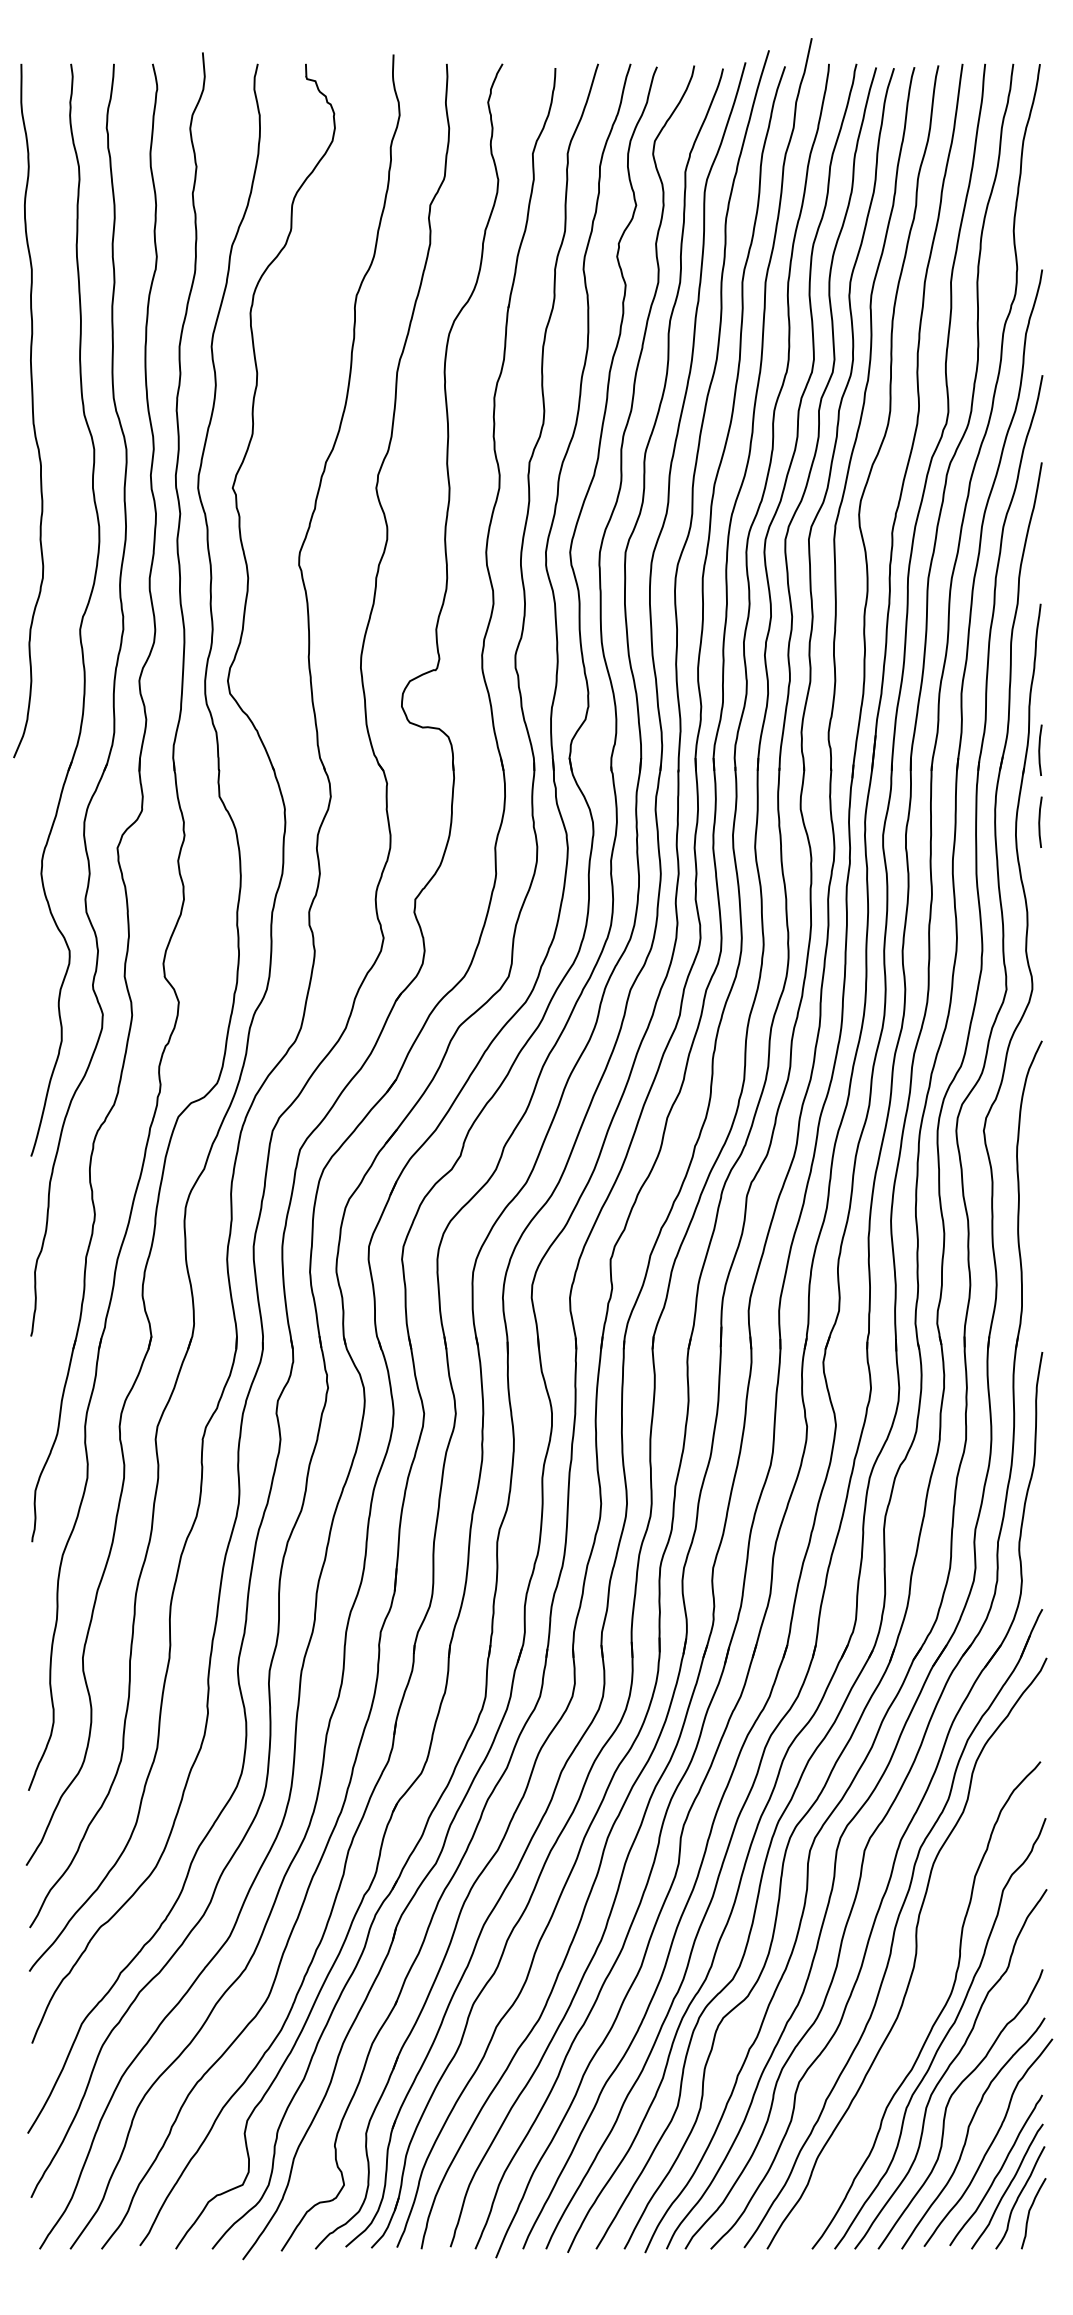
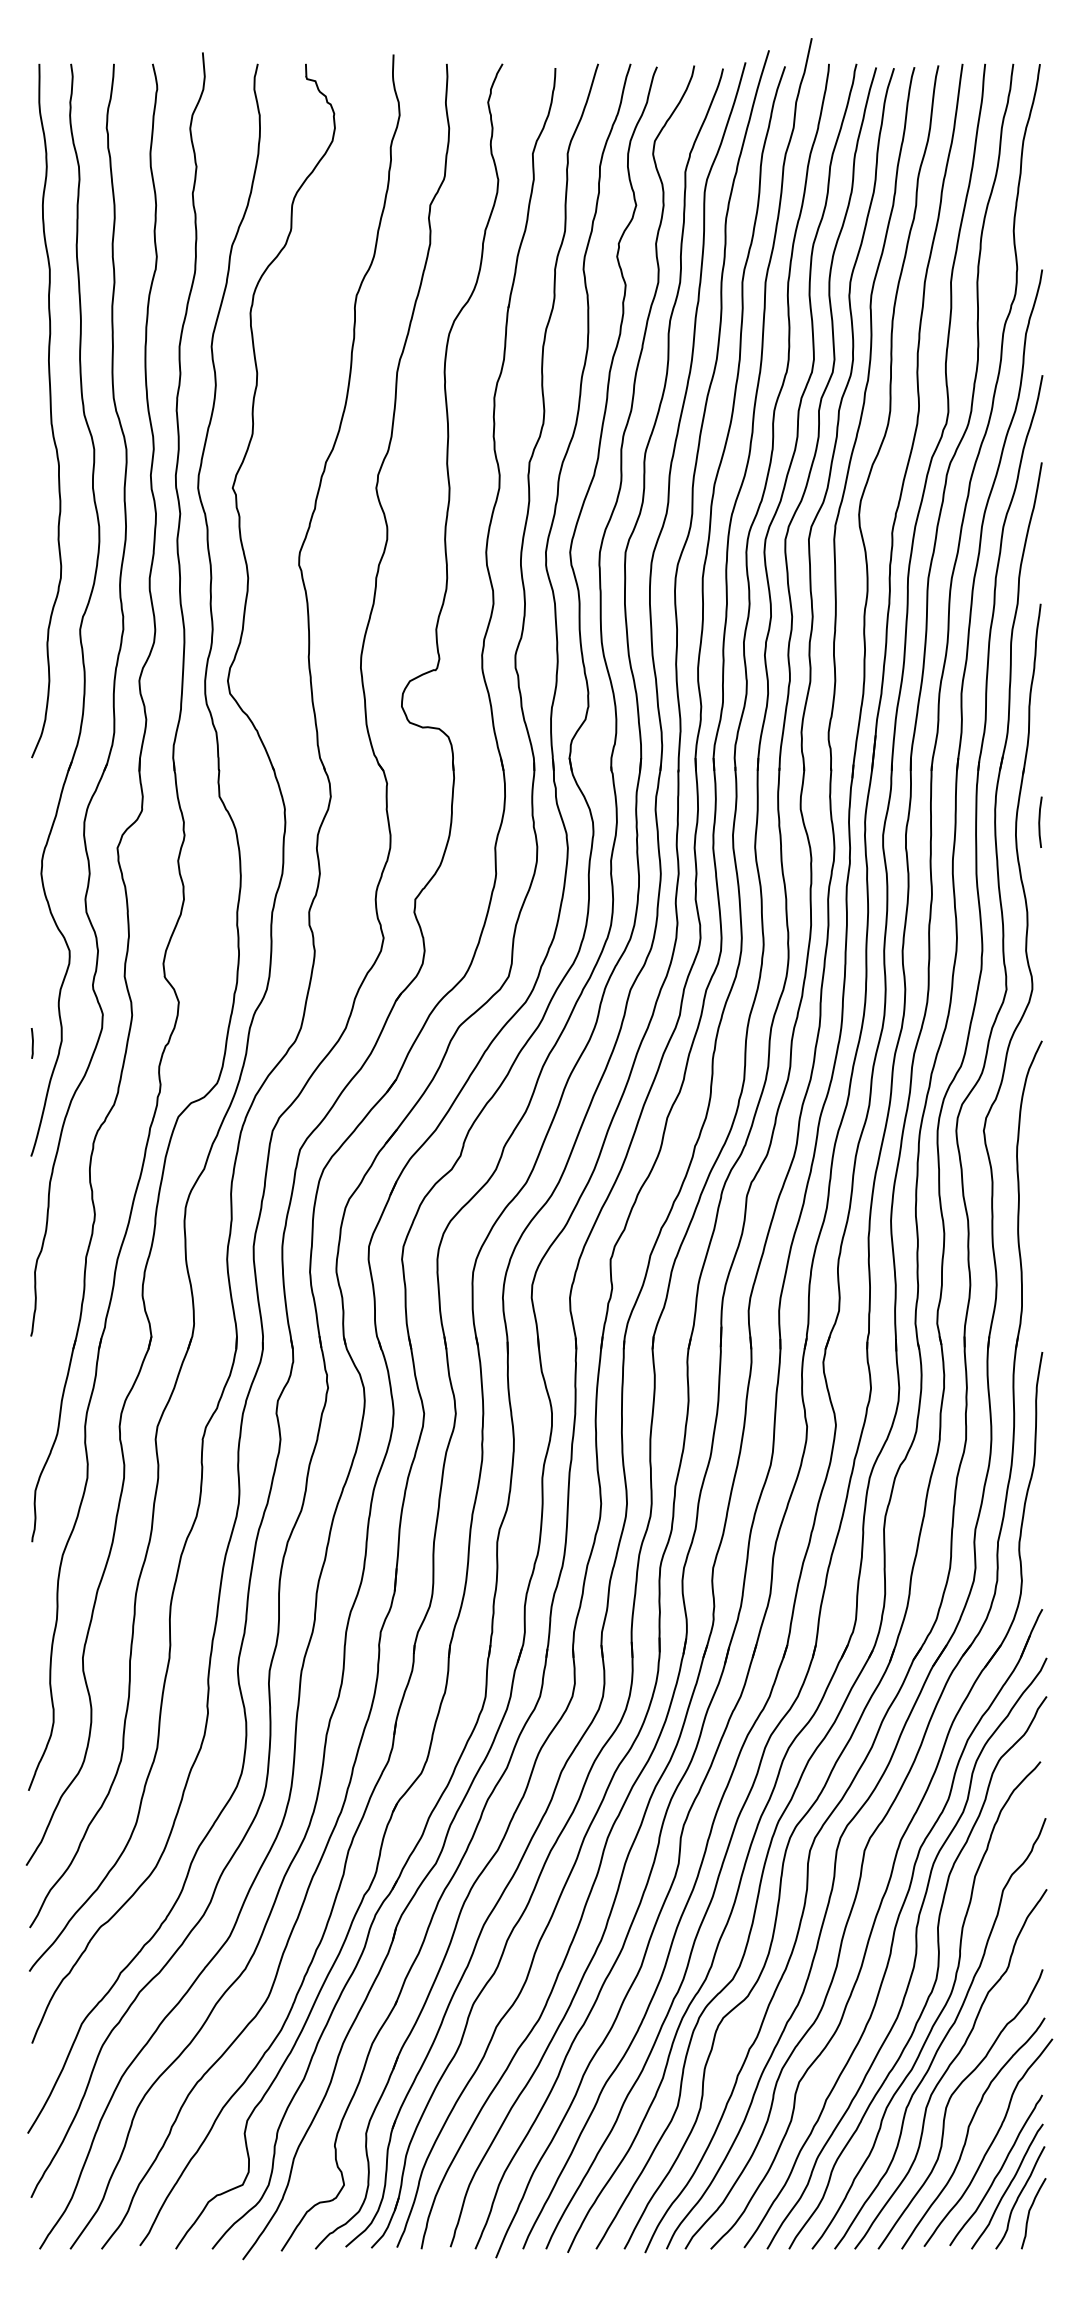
curve at (32, 410) position: (32, 410) -> (50, 410)
line at (1040, 749): present -> none
line at (32, 1043): none -> present
curve at (935, 1976): none -> present
